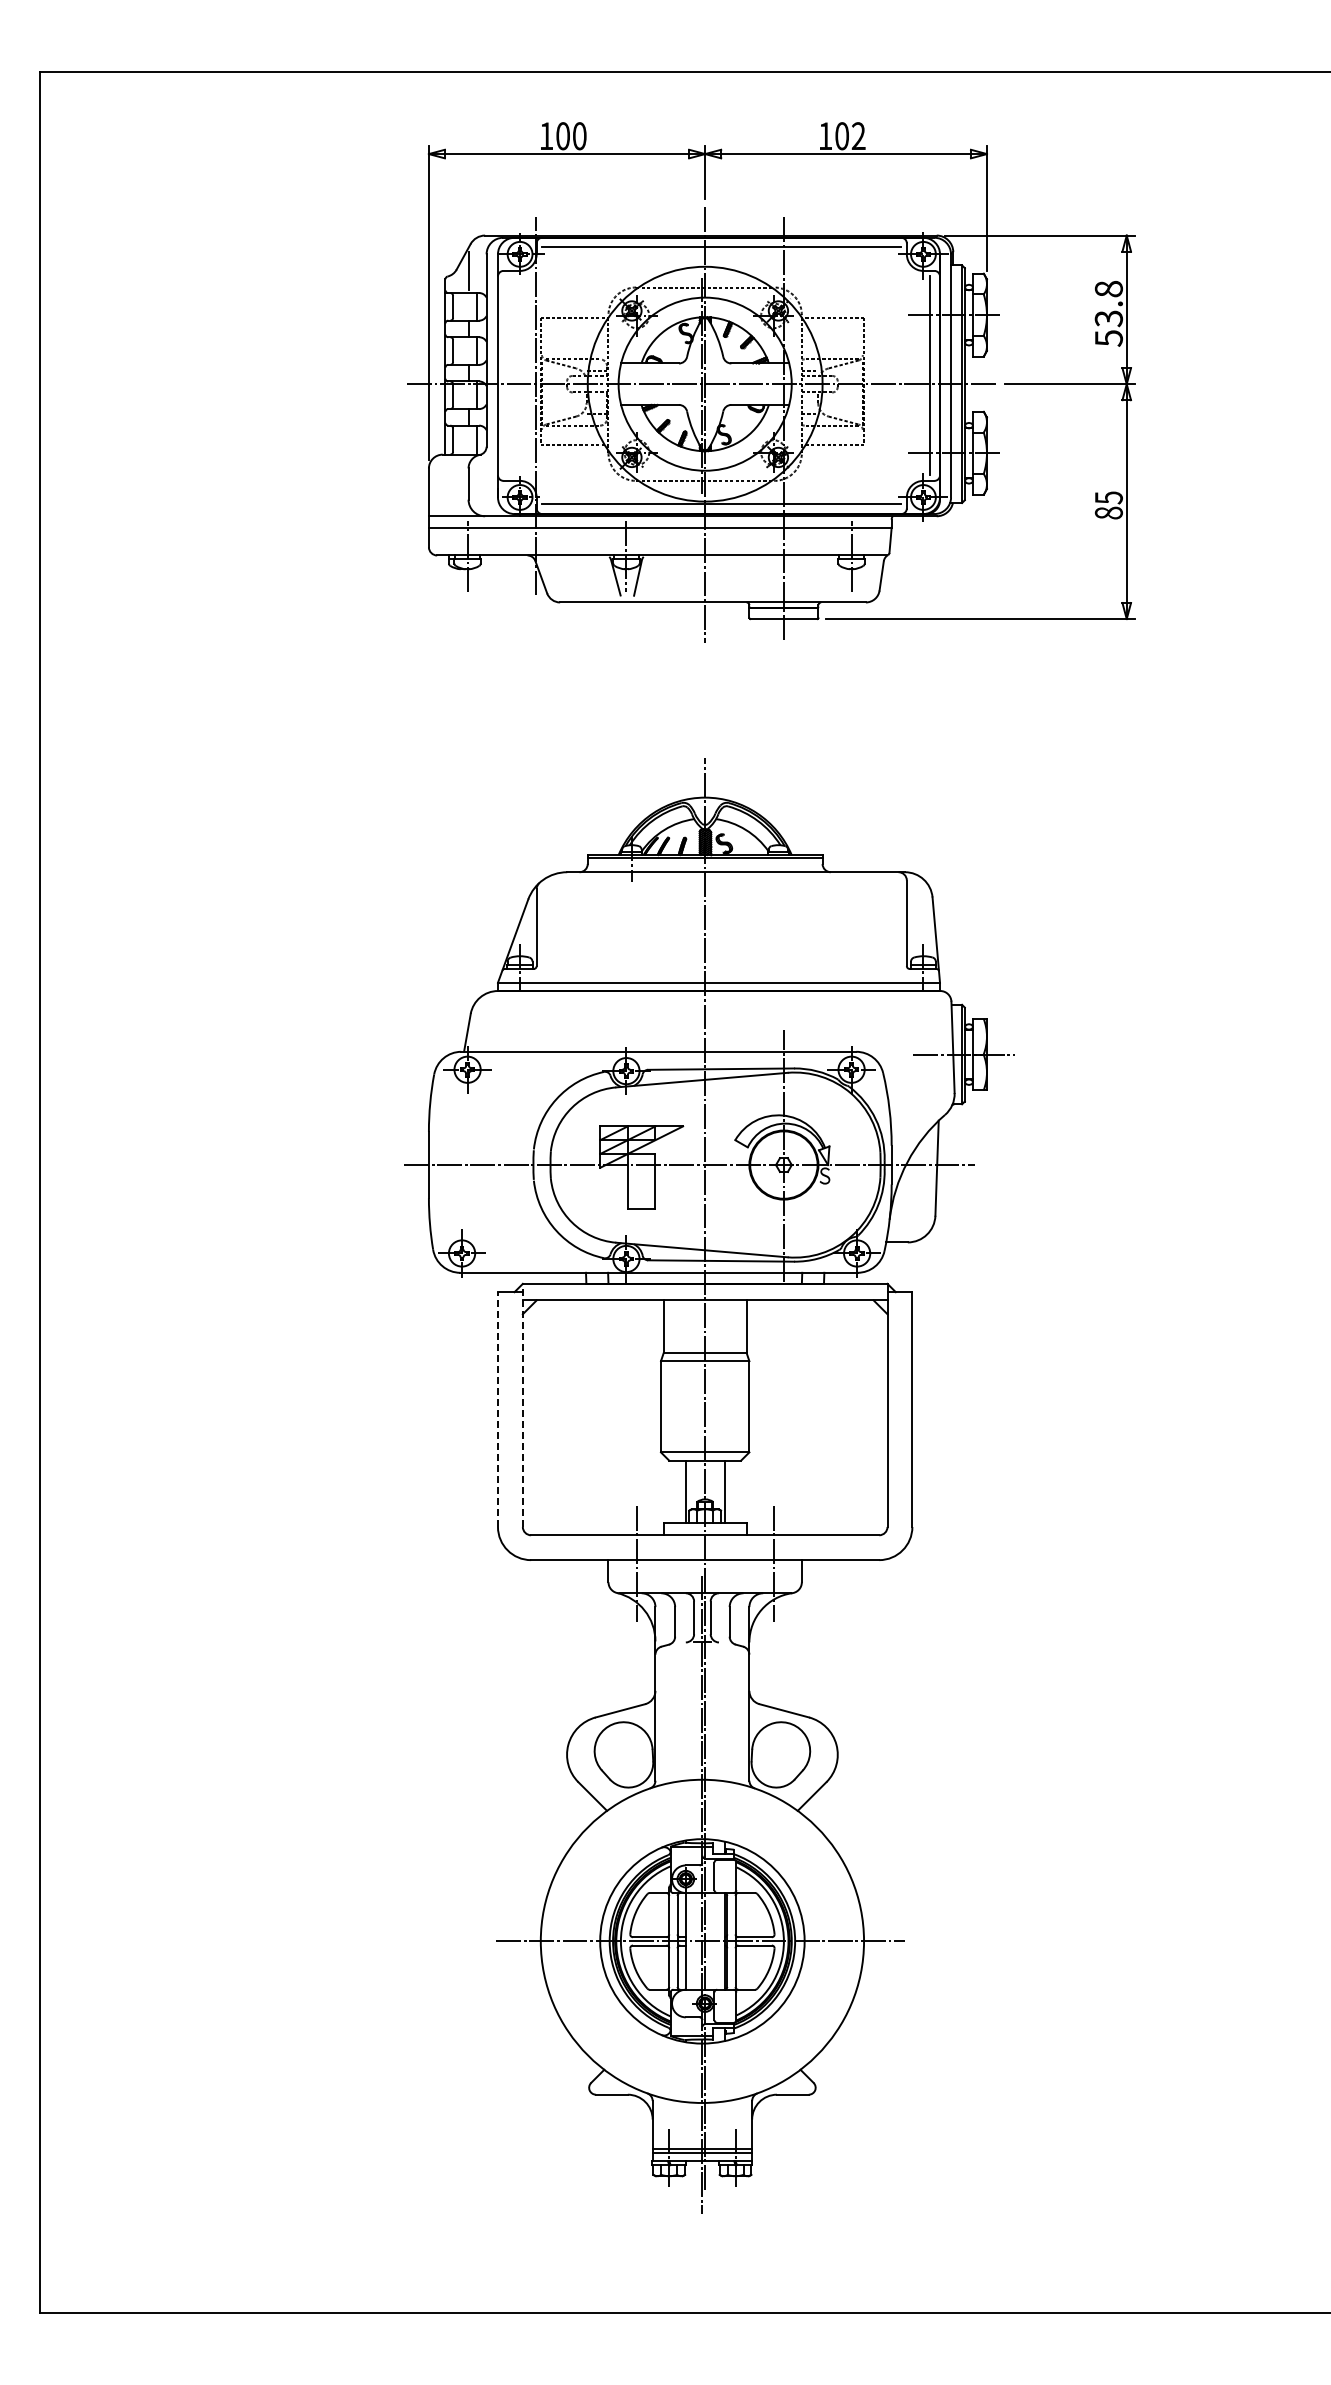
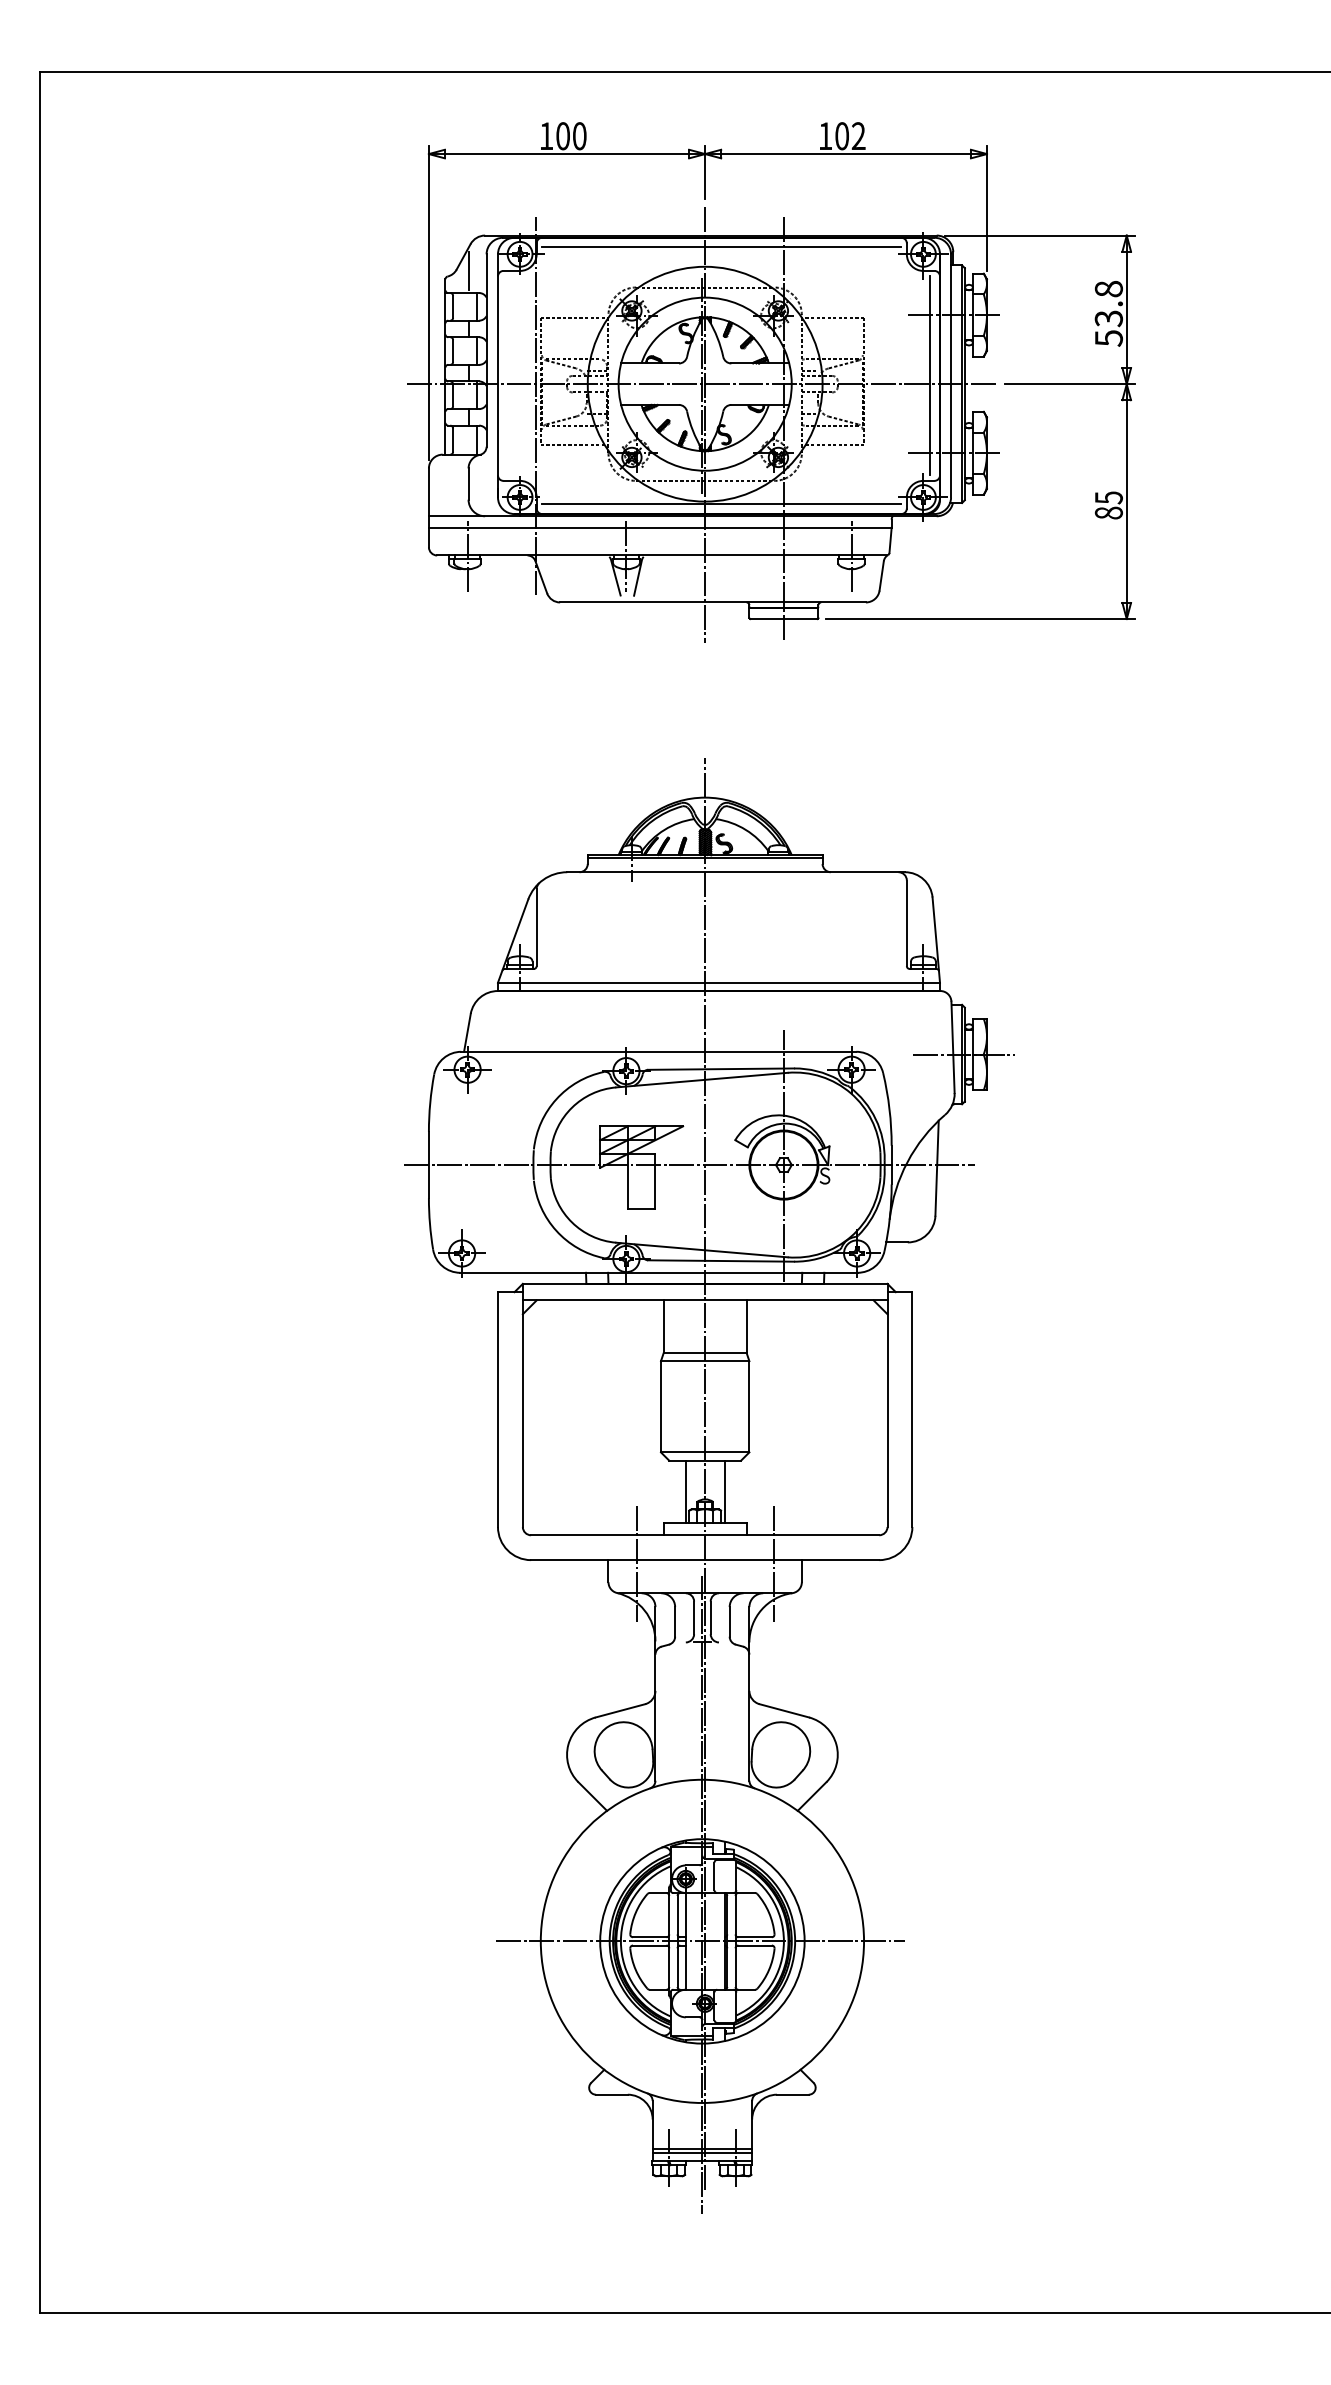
line at (522, 1405): dashed -> solid
line at (497, 1409): dashed -> solid
